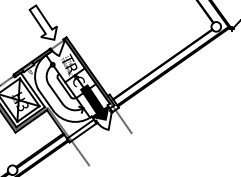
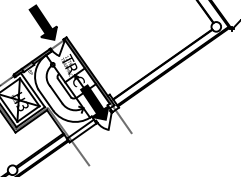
fill at (43, 22): none -> present
